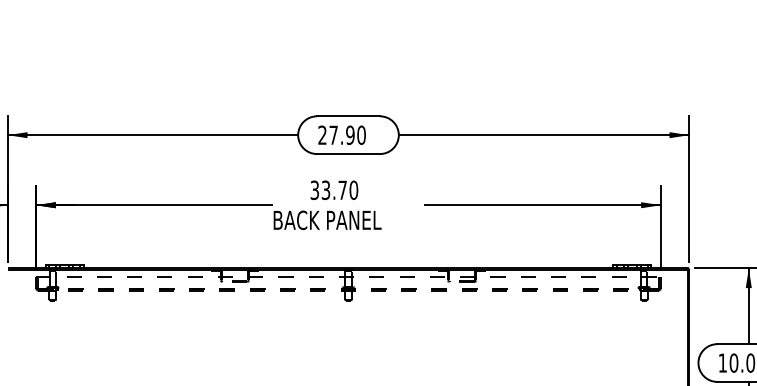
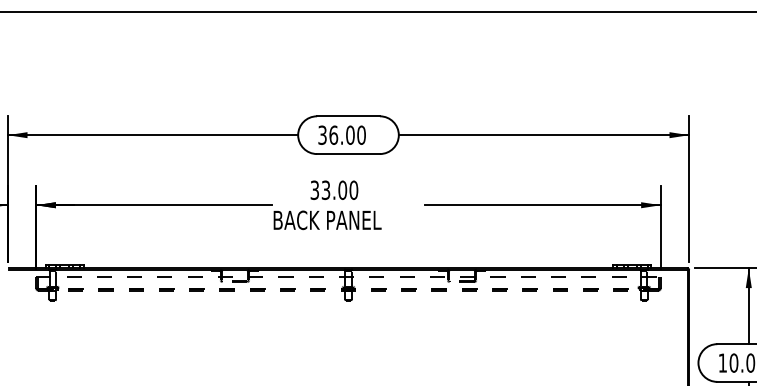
line at (377, 11): none -> present
text at (336, 134): 27.90 -> 36.00
text at (342, 189): 33.70 -> 33.00
